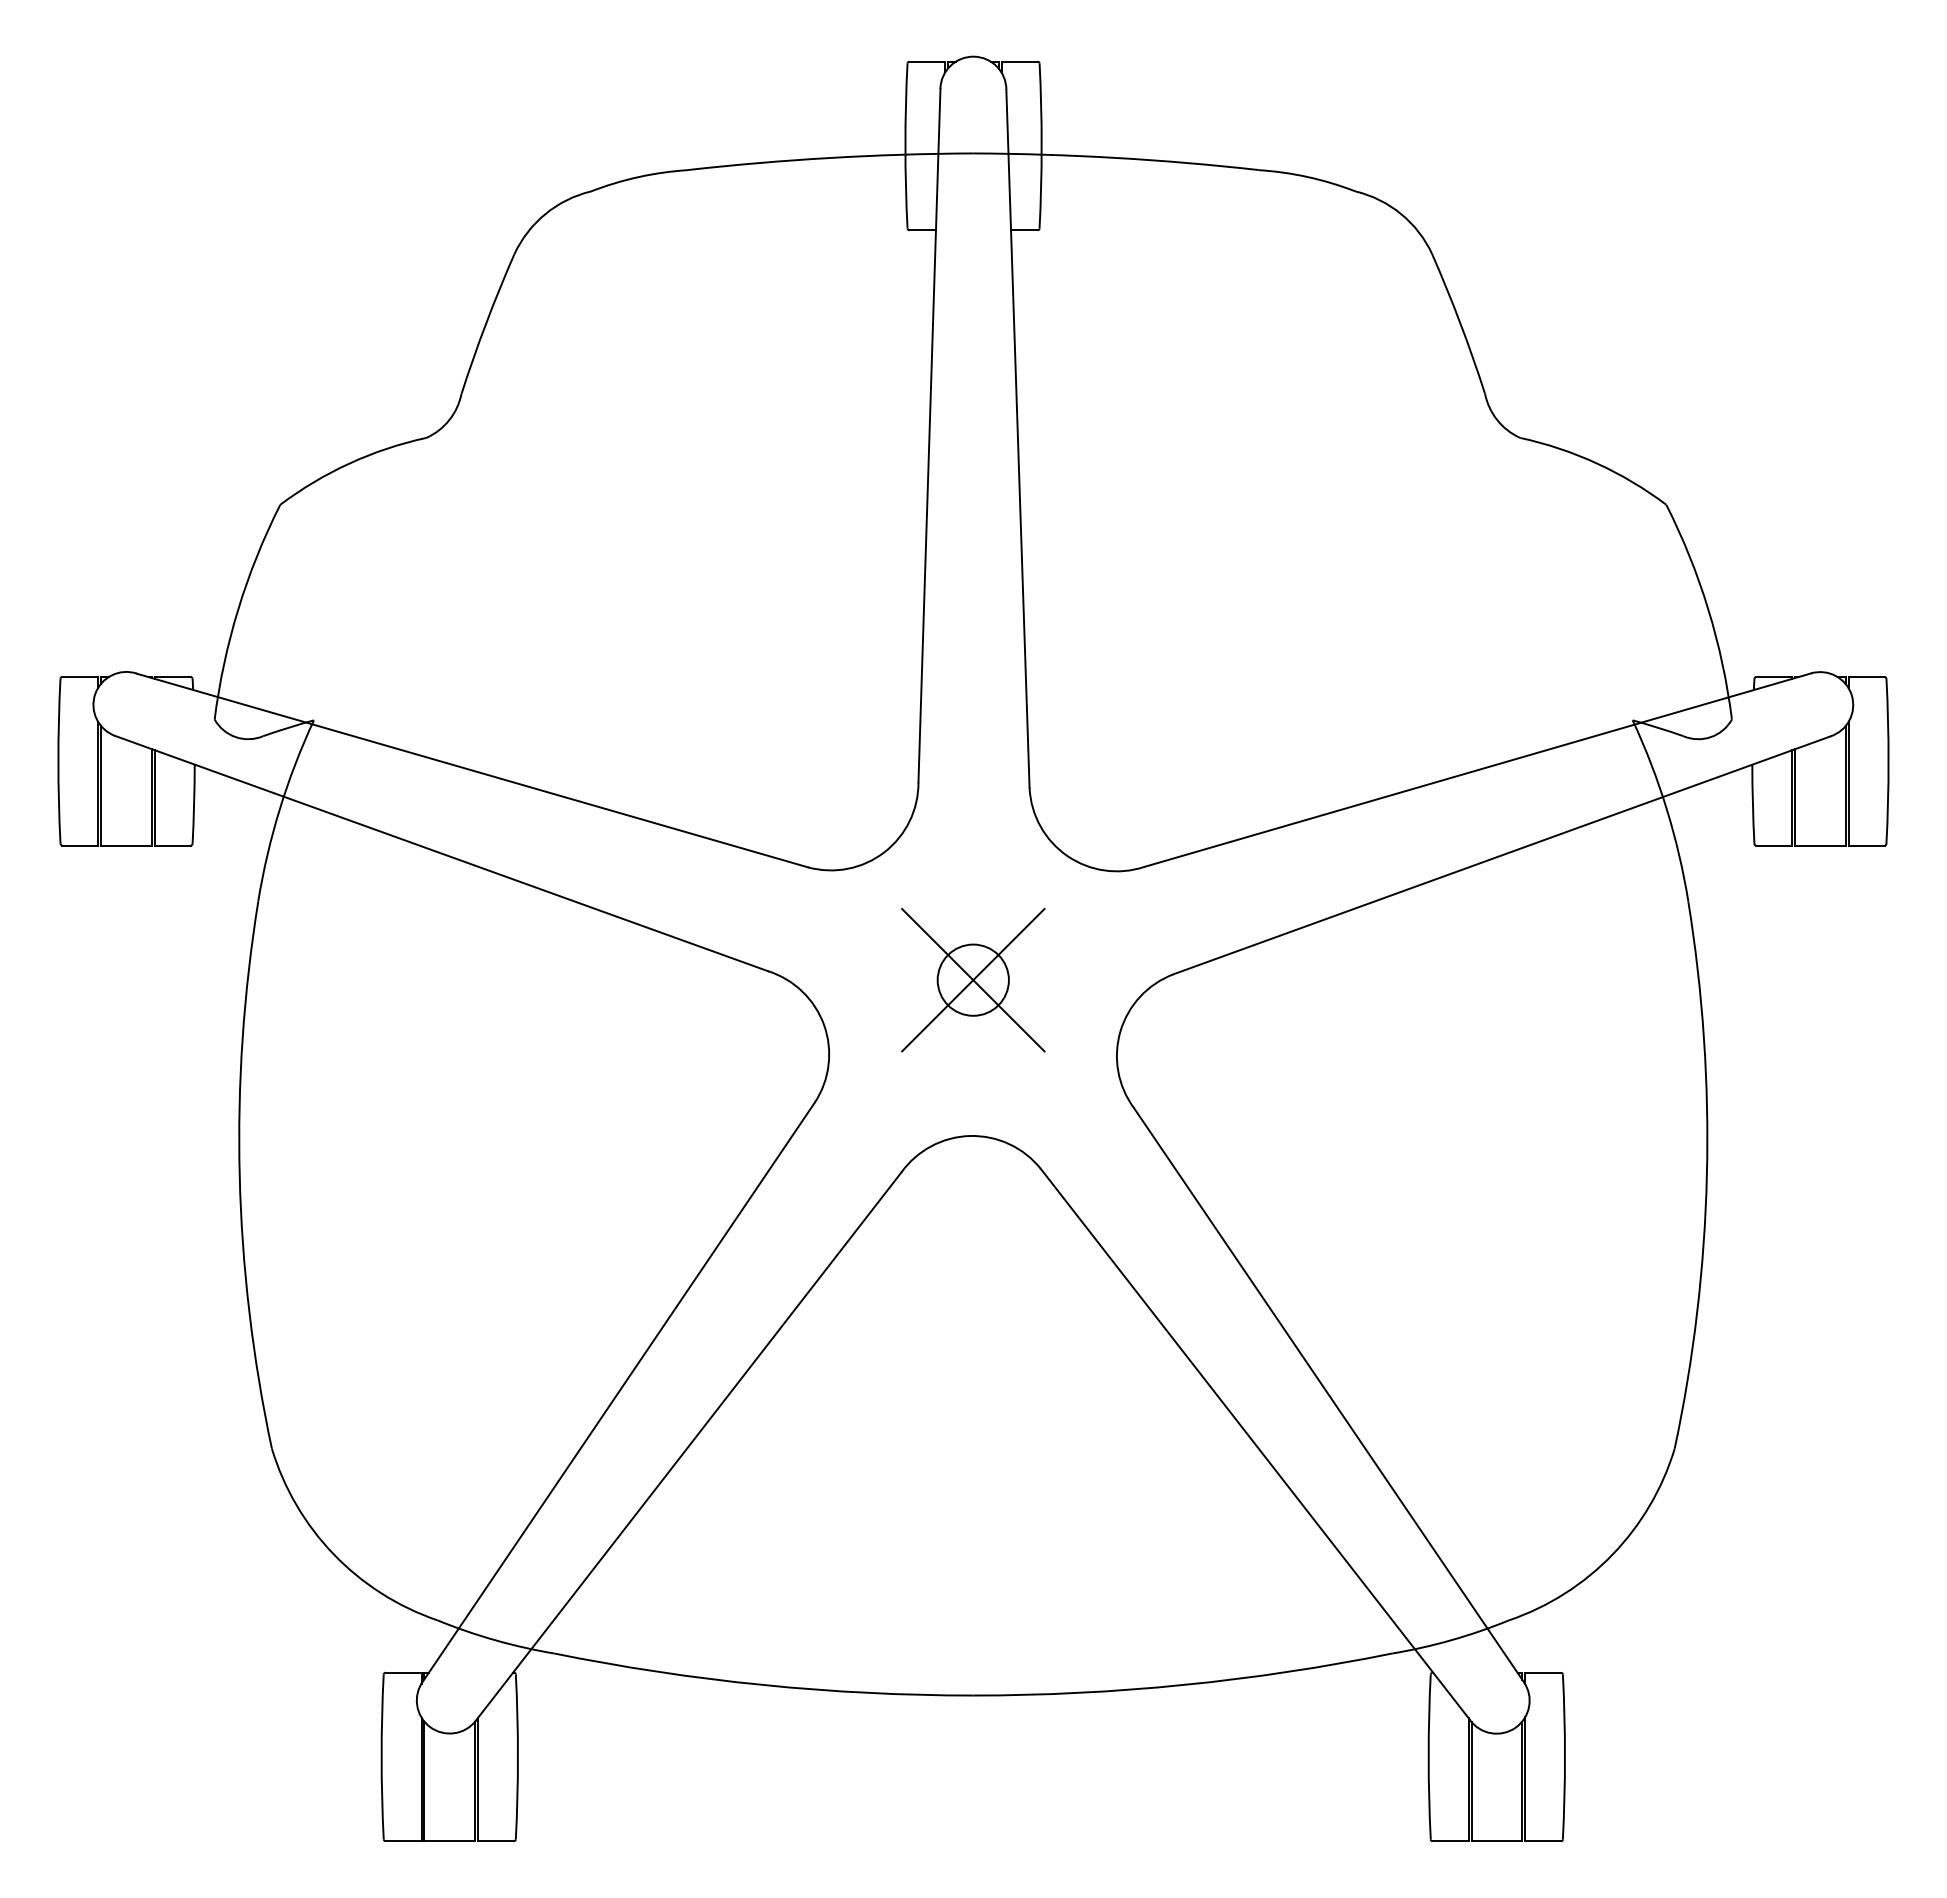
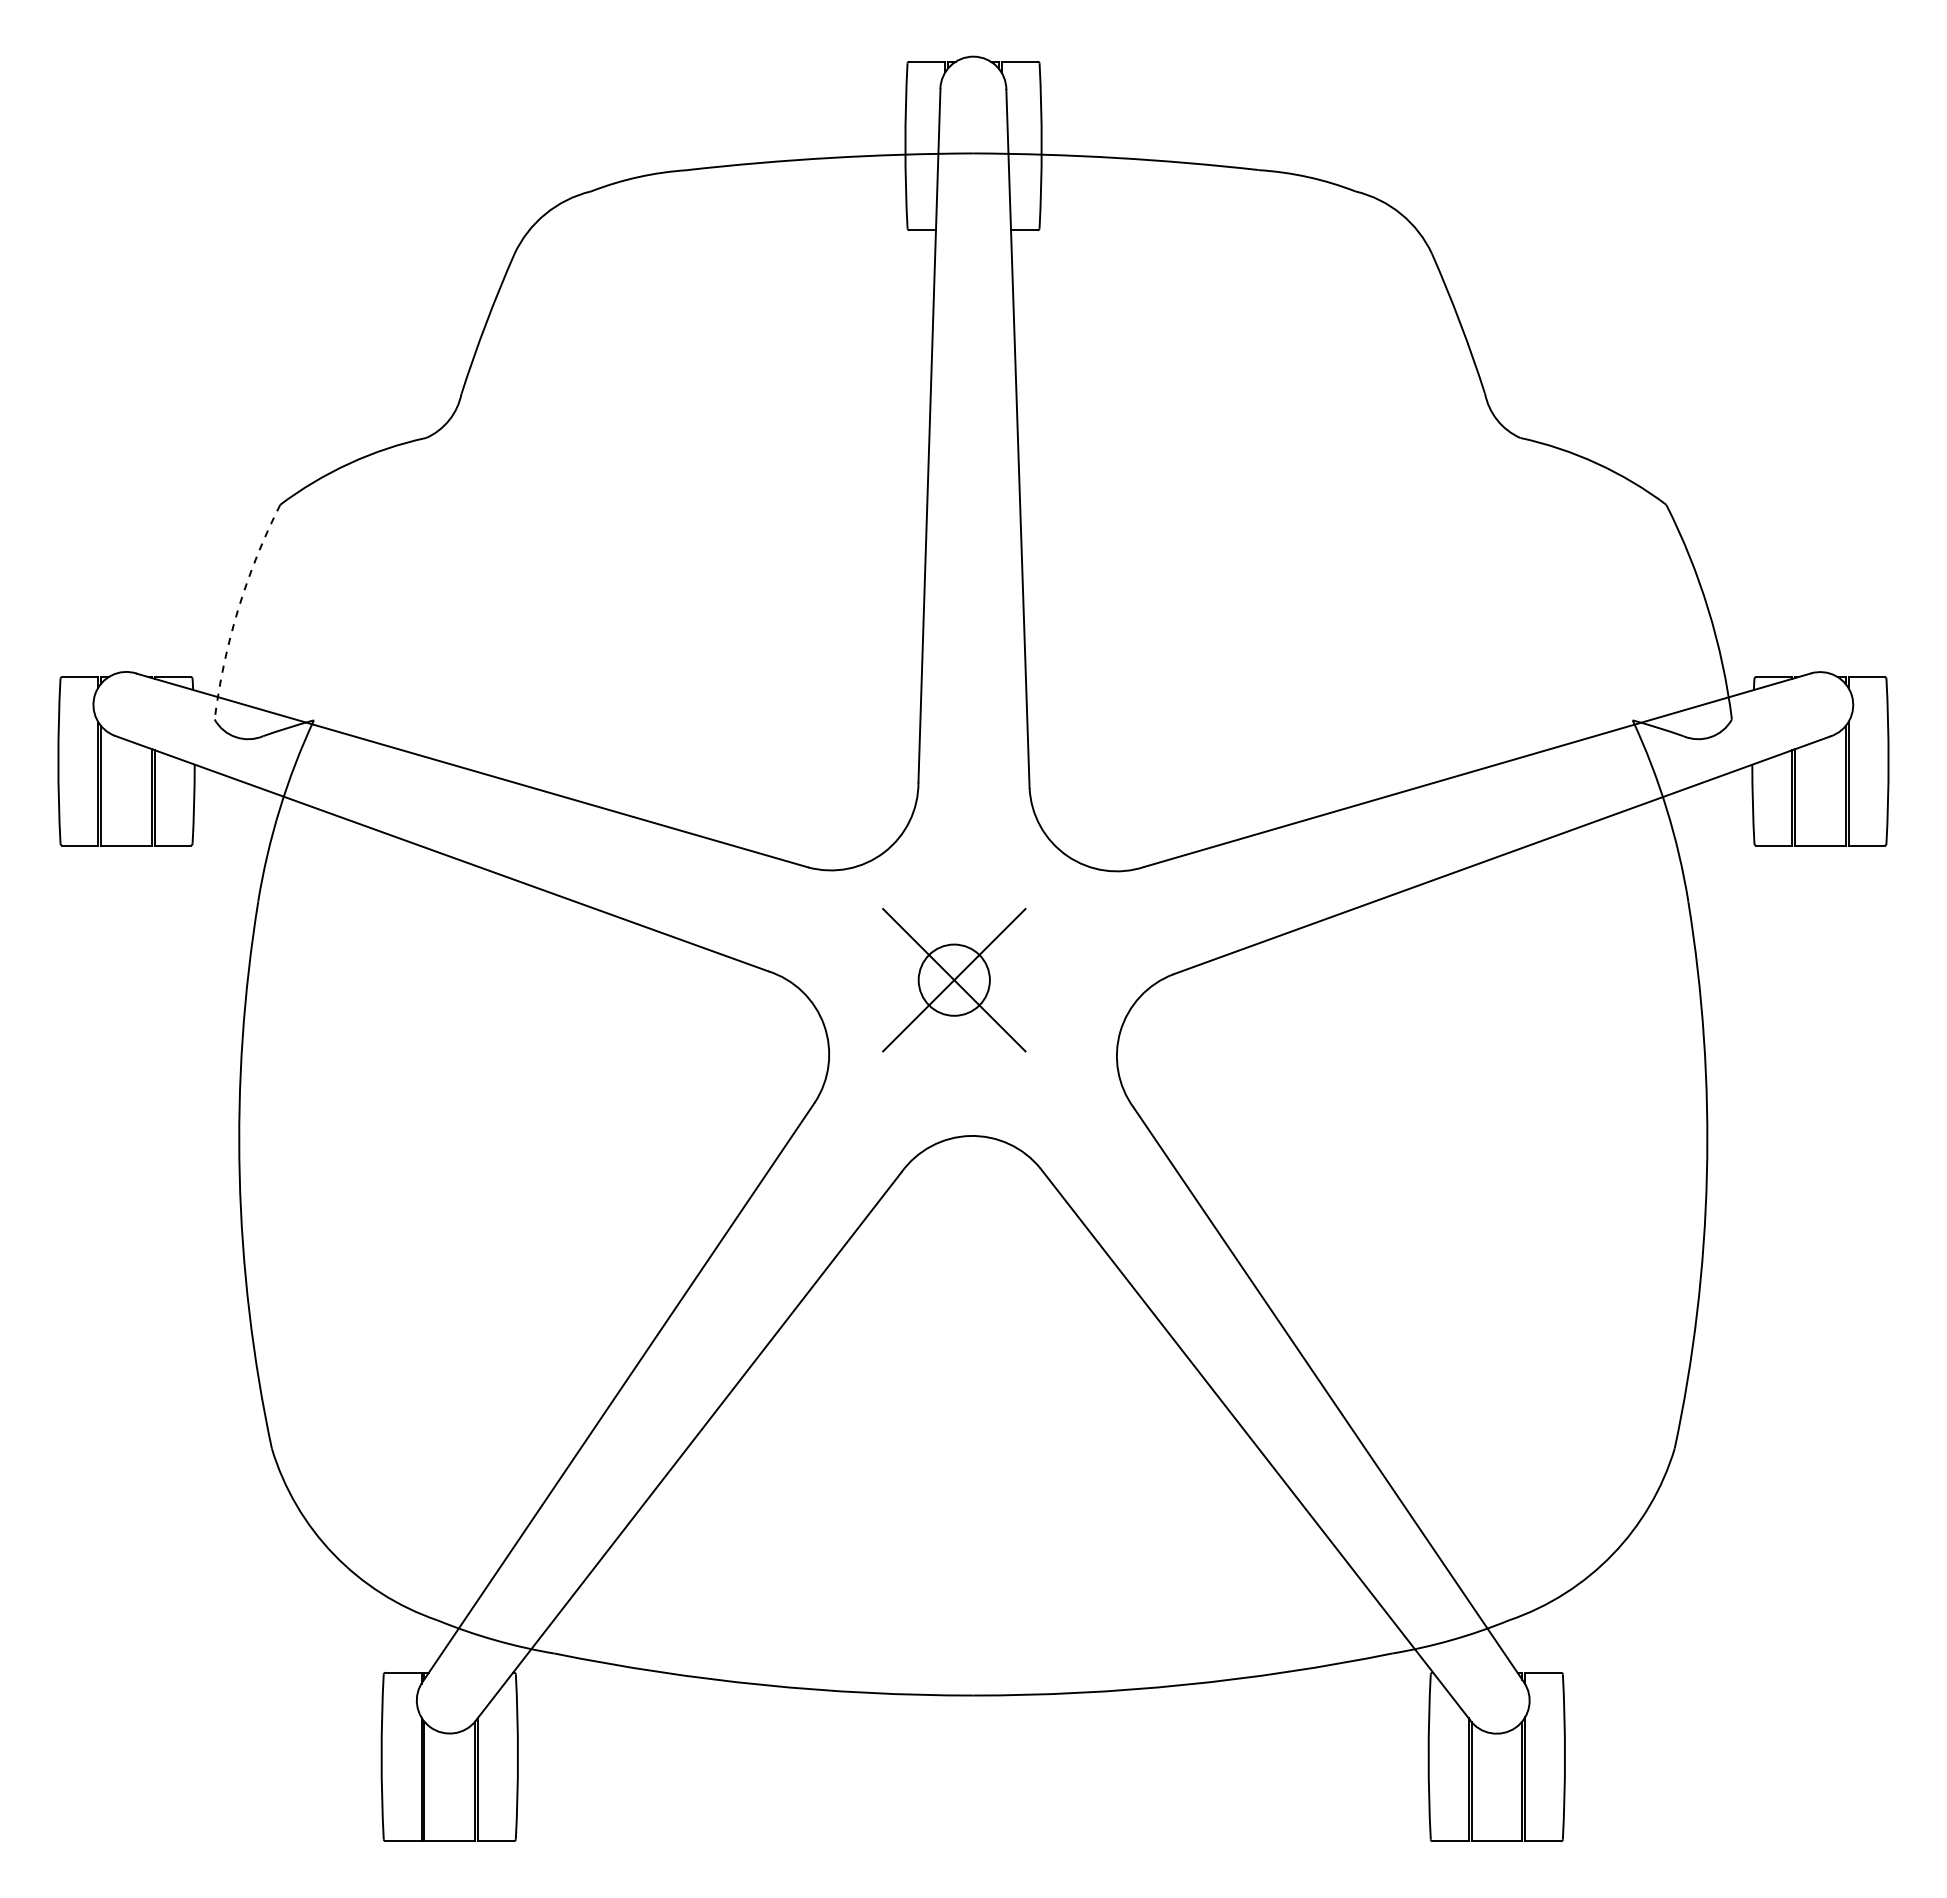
arc at (238, 609): solid -> dashed
part at (973, 979) position: (973, 979) -> (954, 979)
